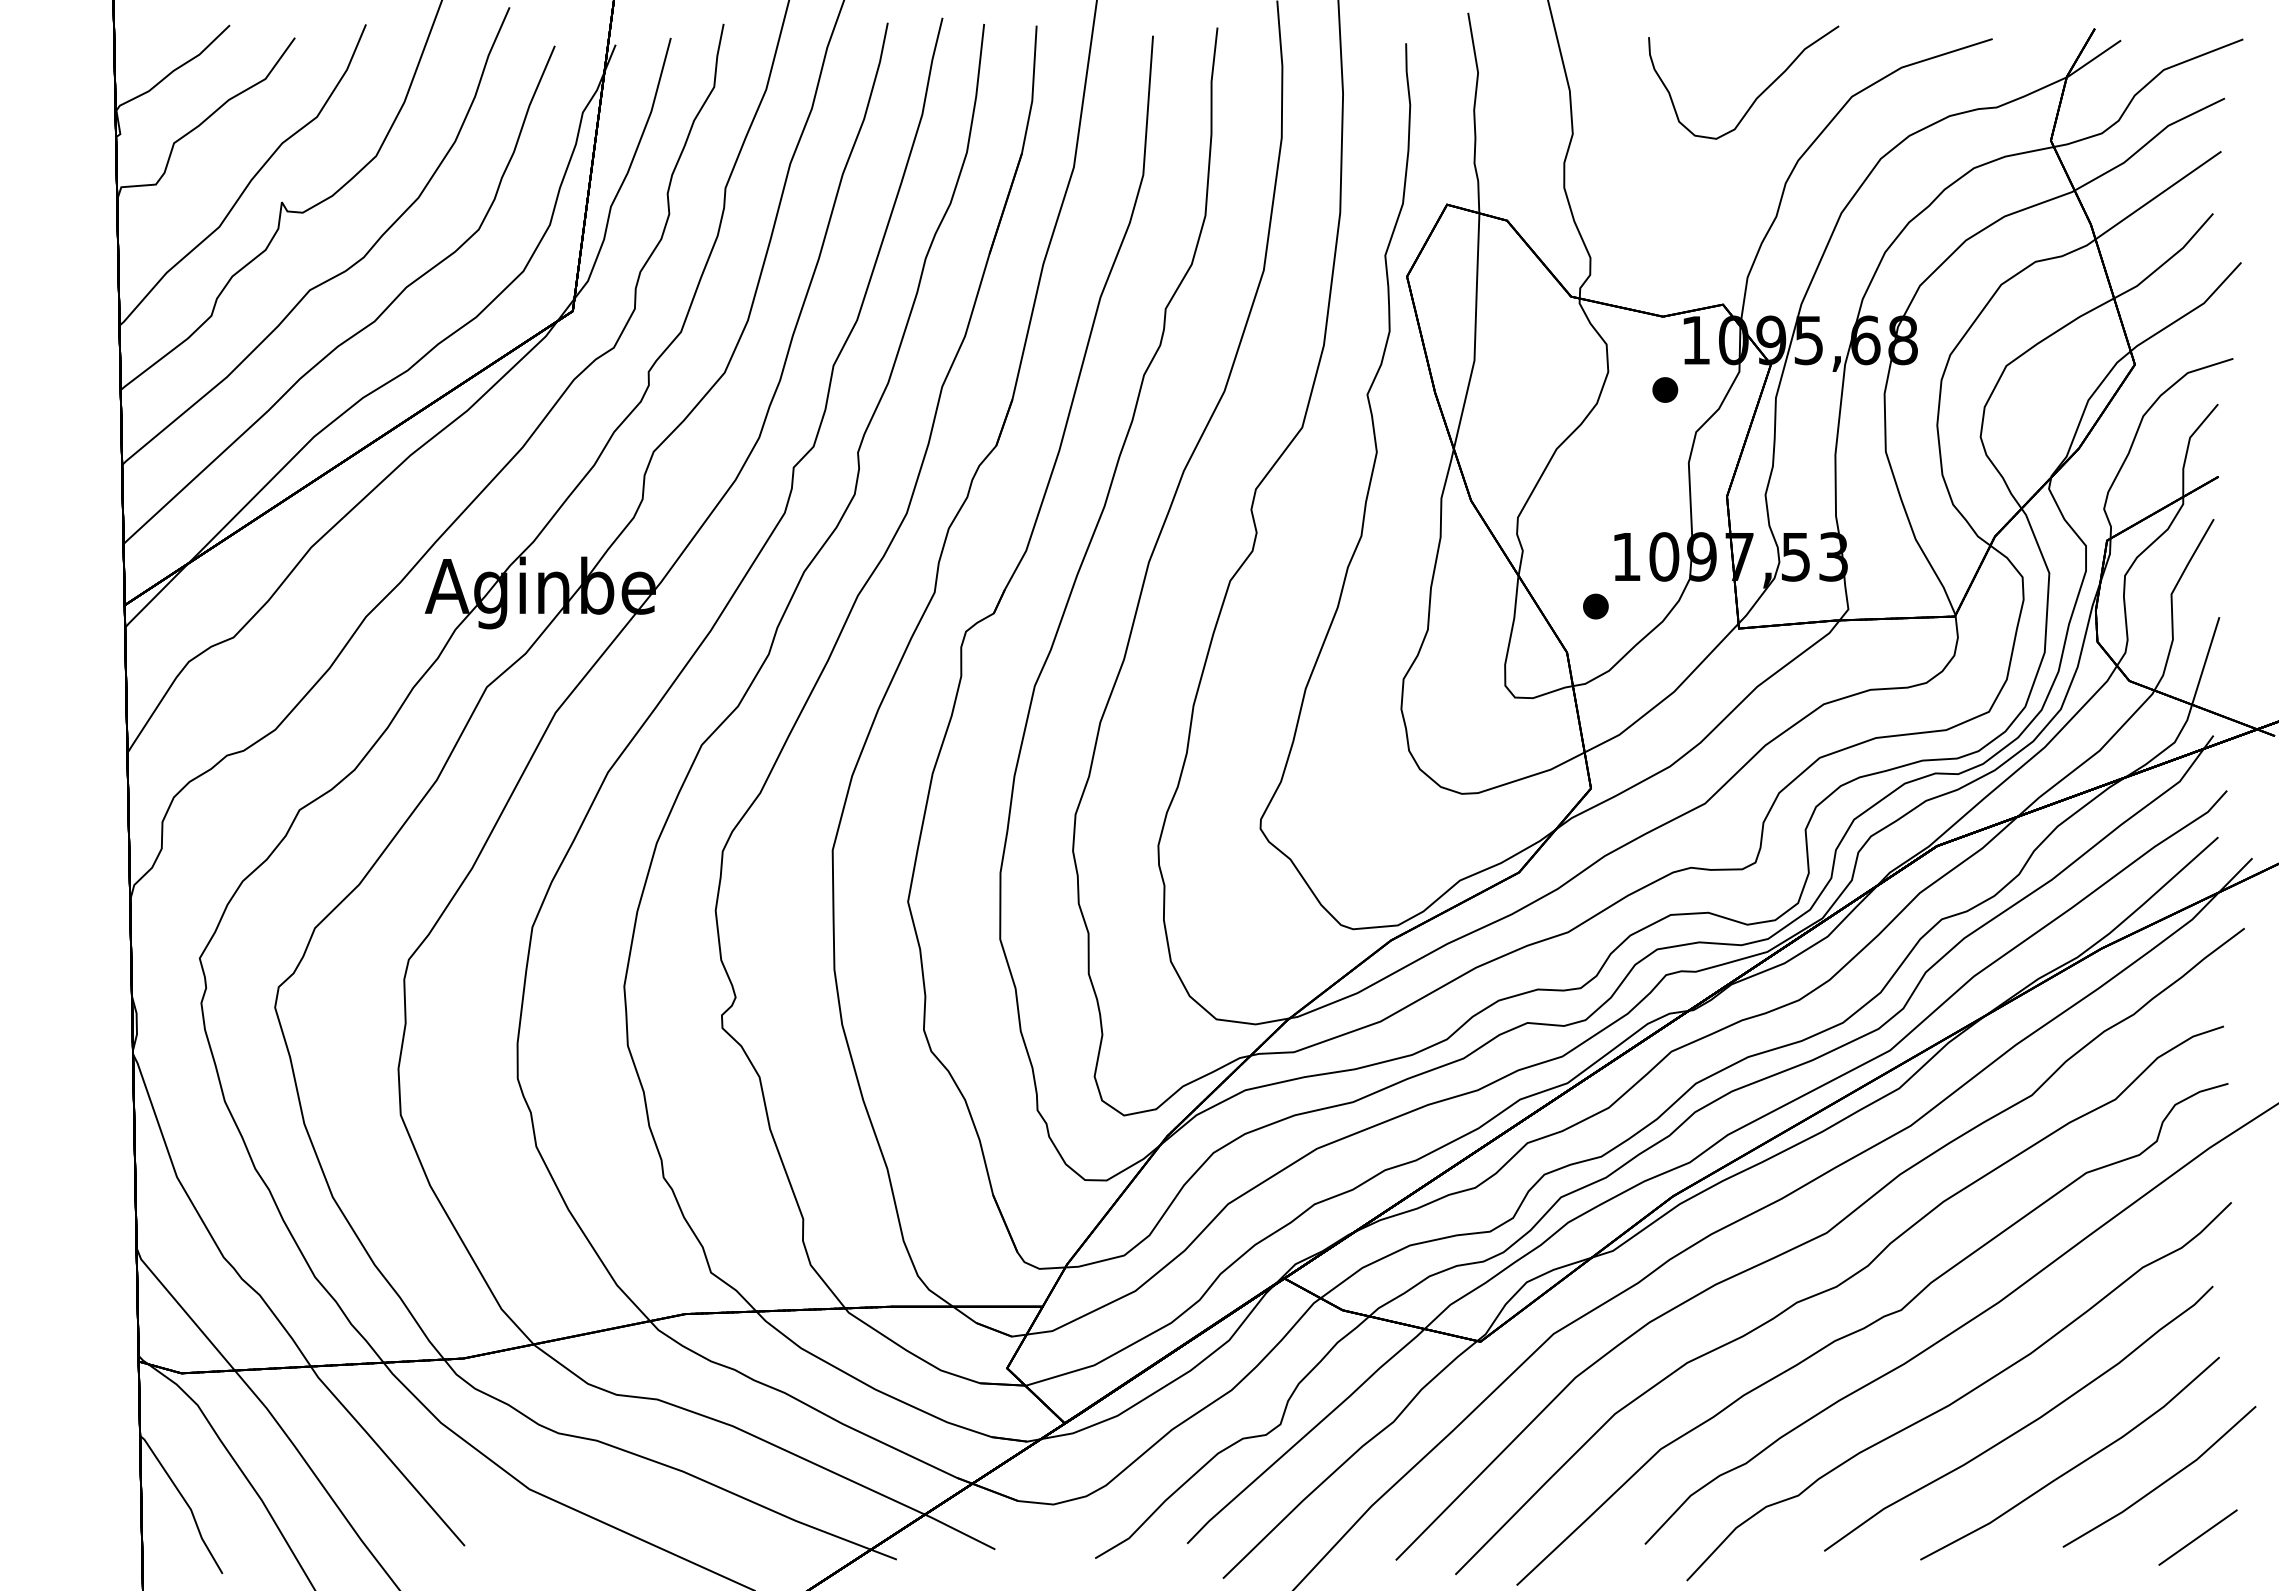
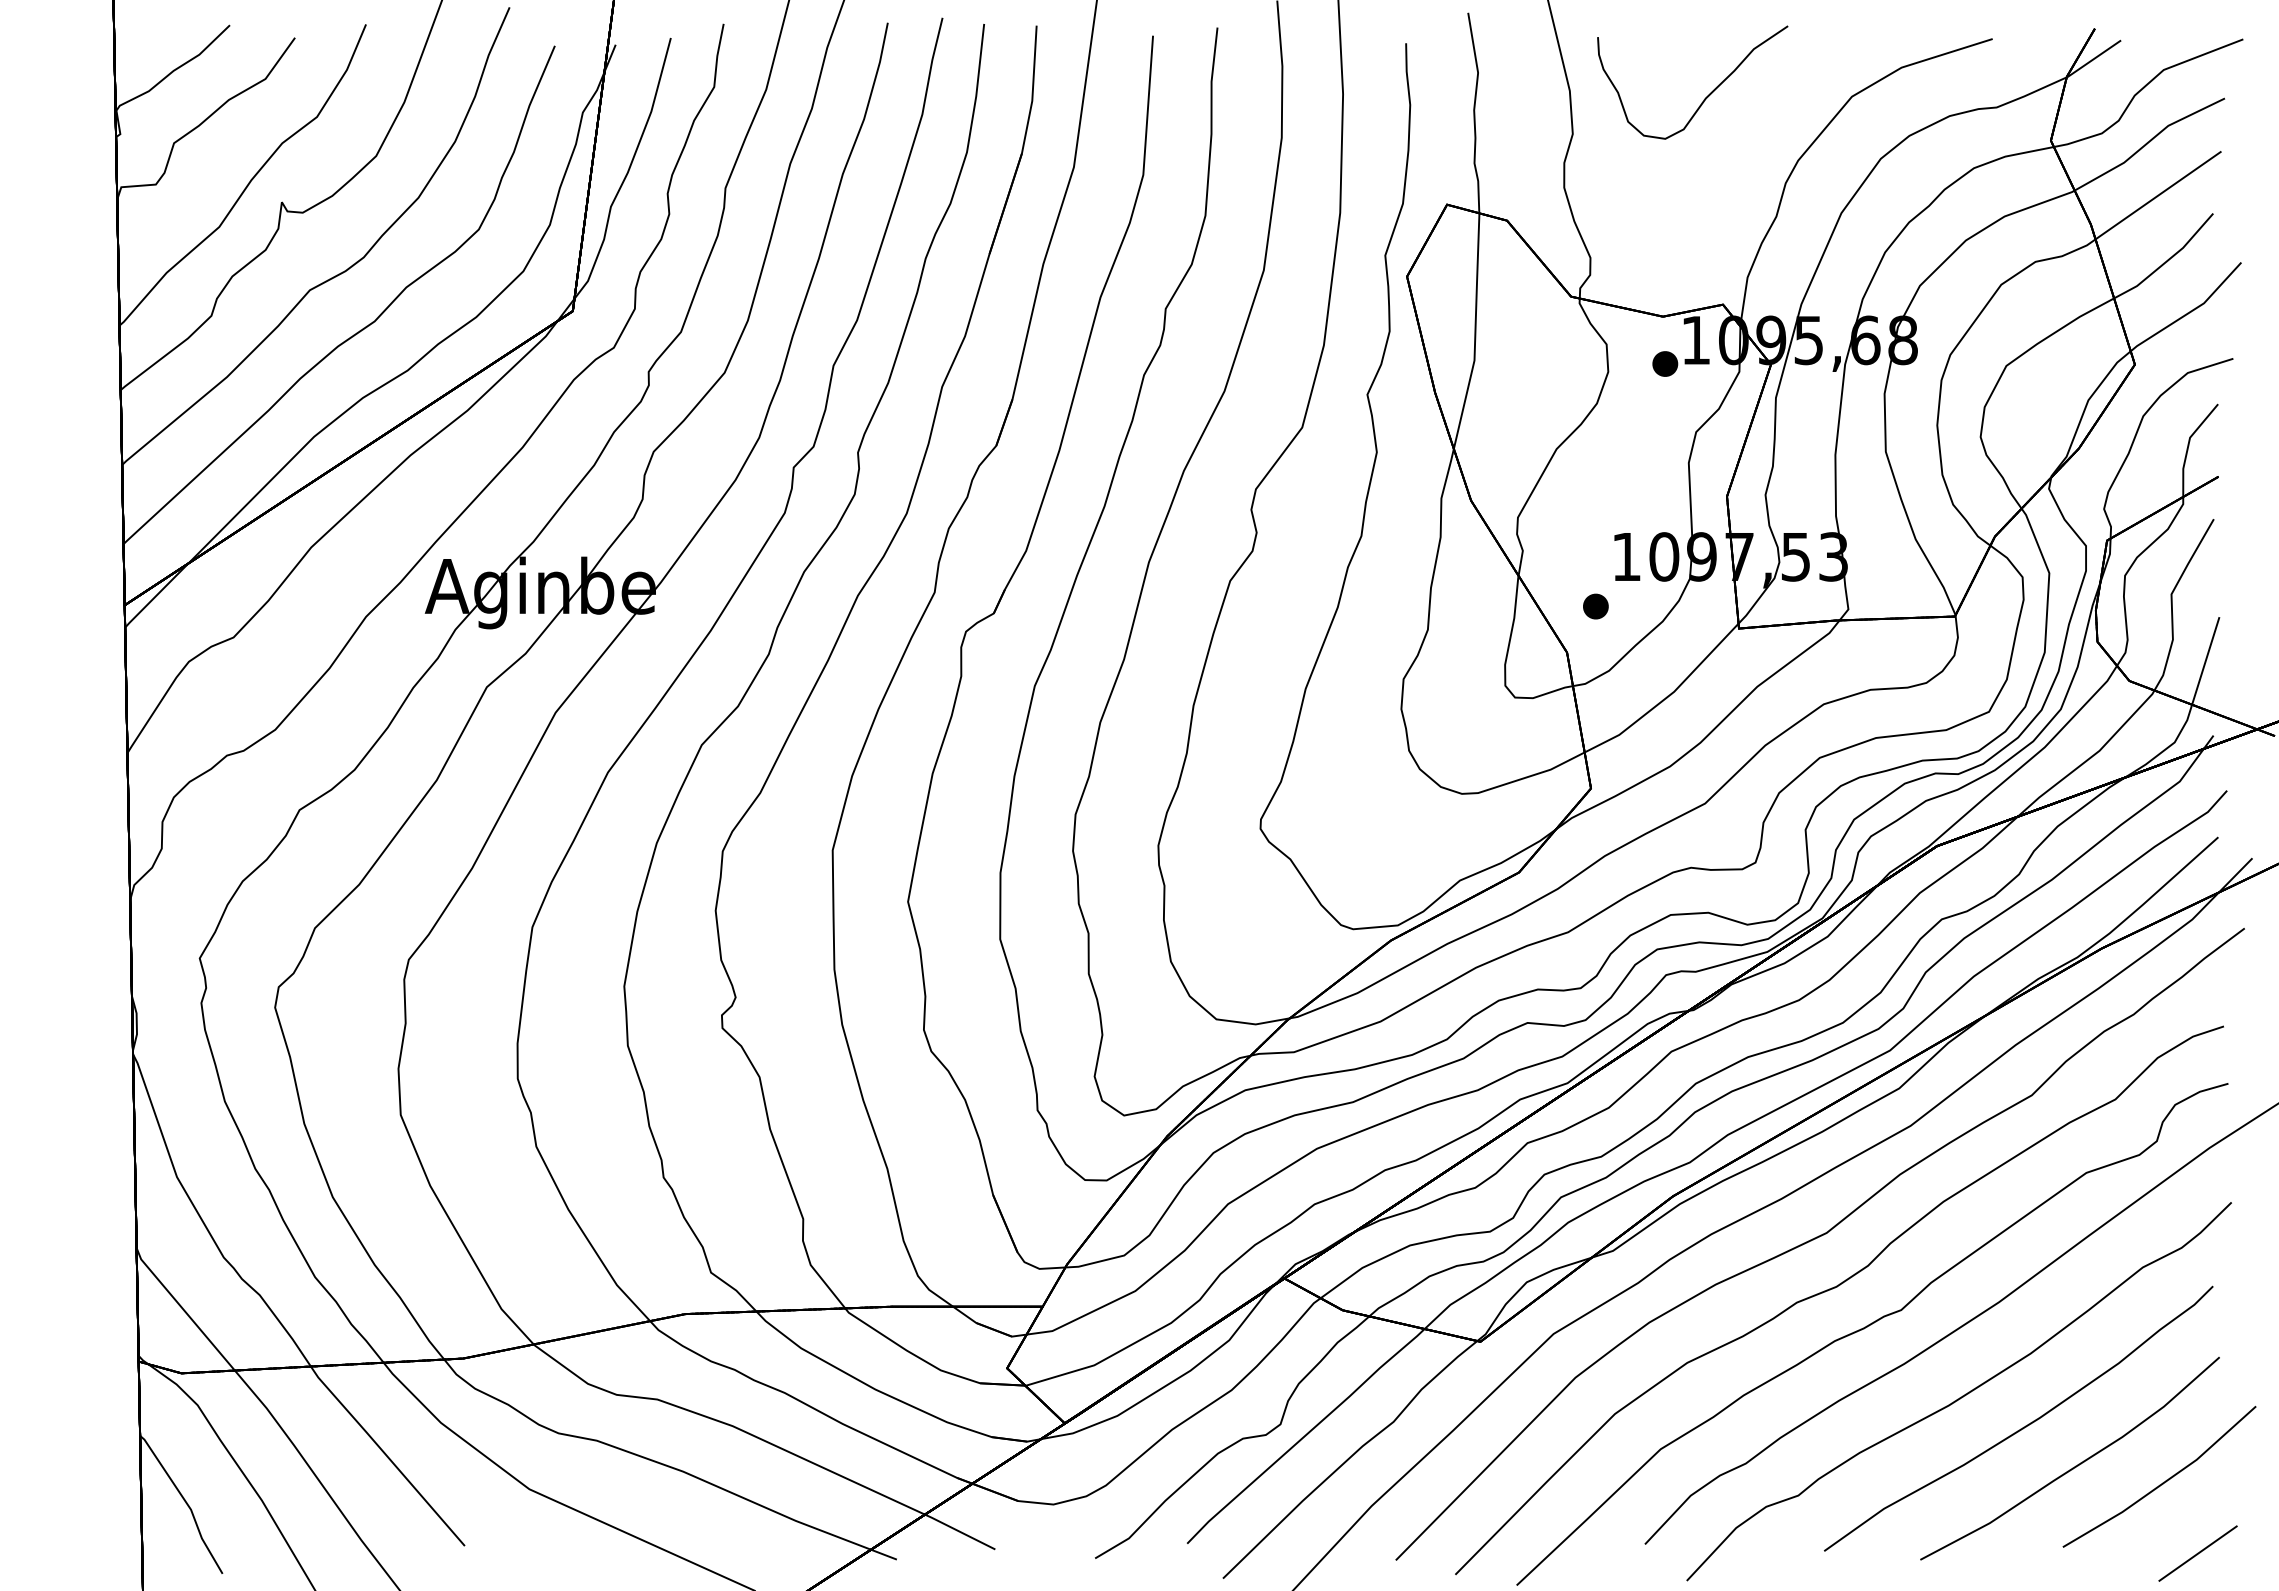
curve at (1757, 96) position: (1757, 96) -> (1706, 96)
part at (1665, 389) position: (1665, 389) -> (1665, 363)
line at (2197, 1537) position: (2197, 1537) -> (2197, 1553)
